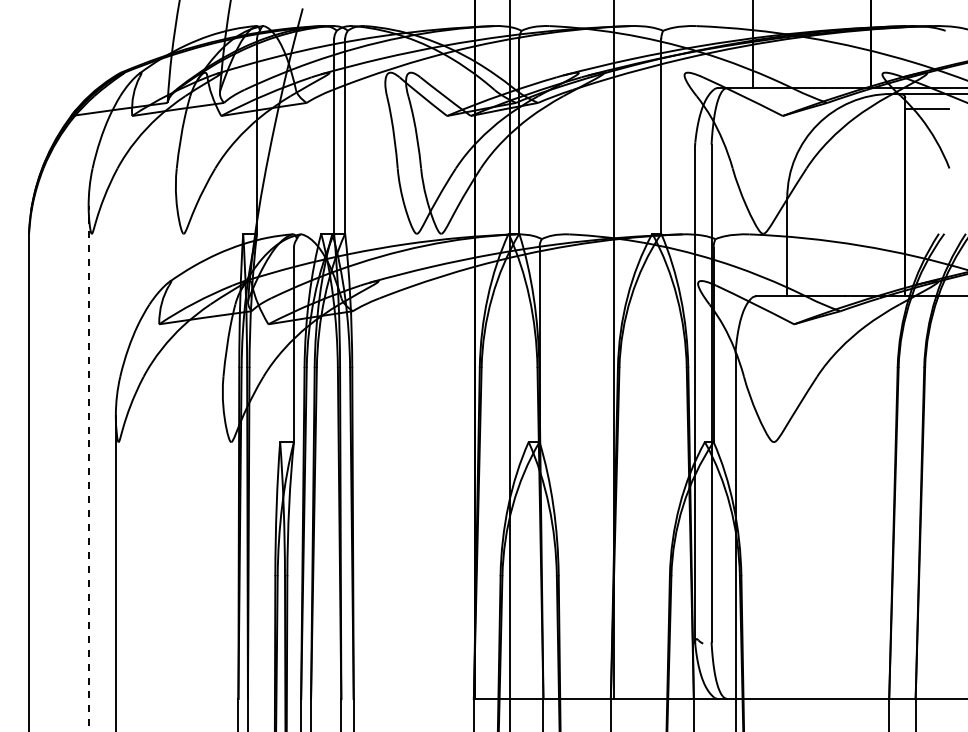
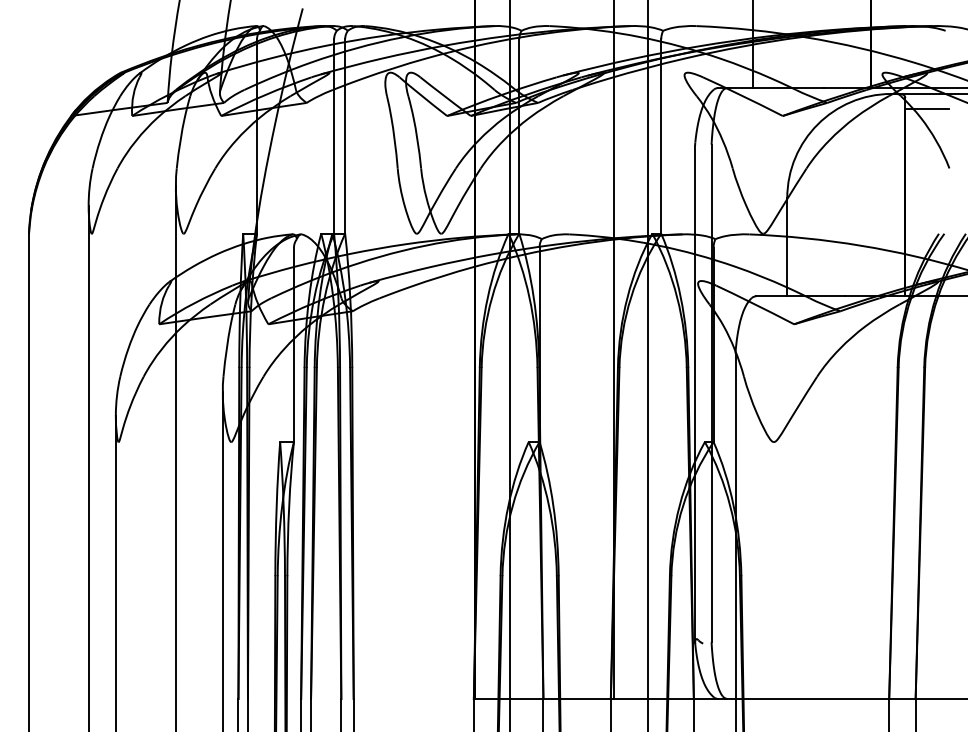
line at (648, 365): none -> present
line at (175, 457): none -> present
line at (88, 468): dashed -> solid
line at (222, 560): none -> present
